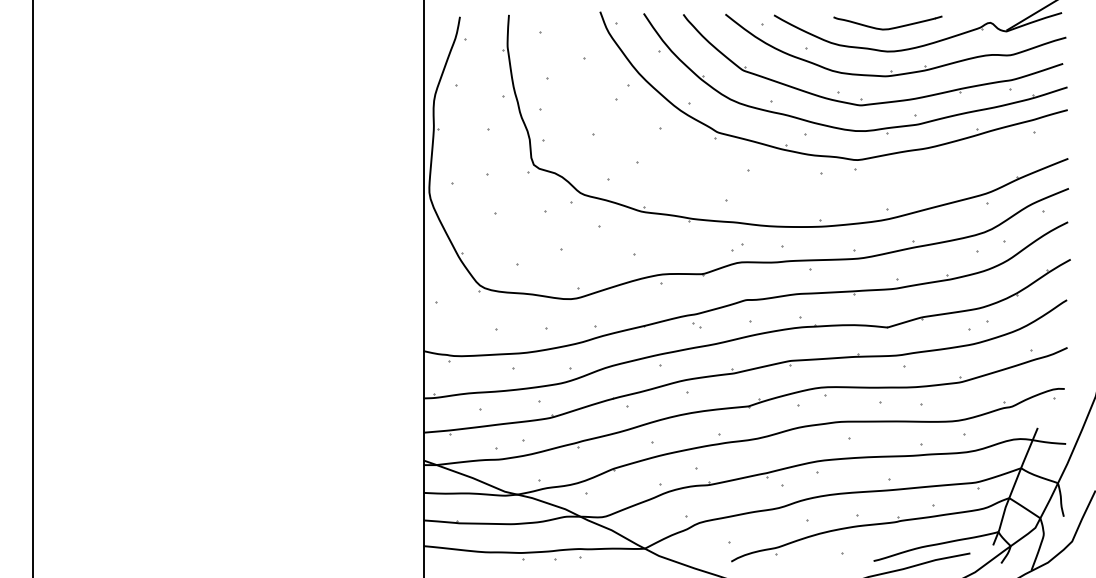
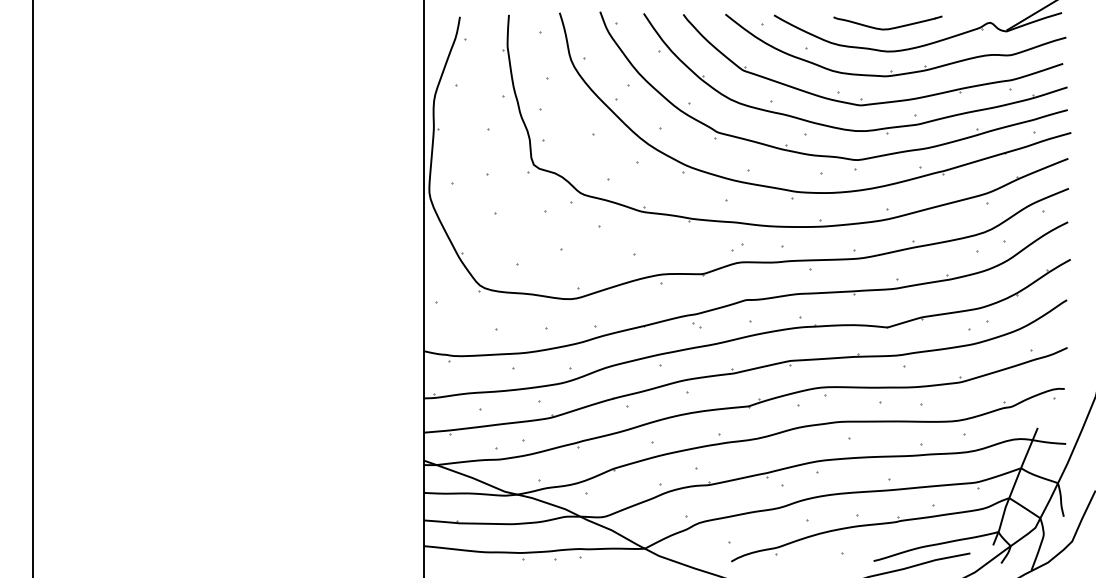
part at (811, 191): none -> present
